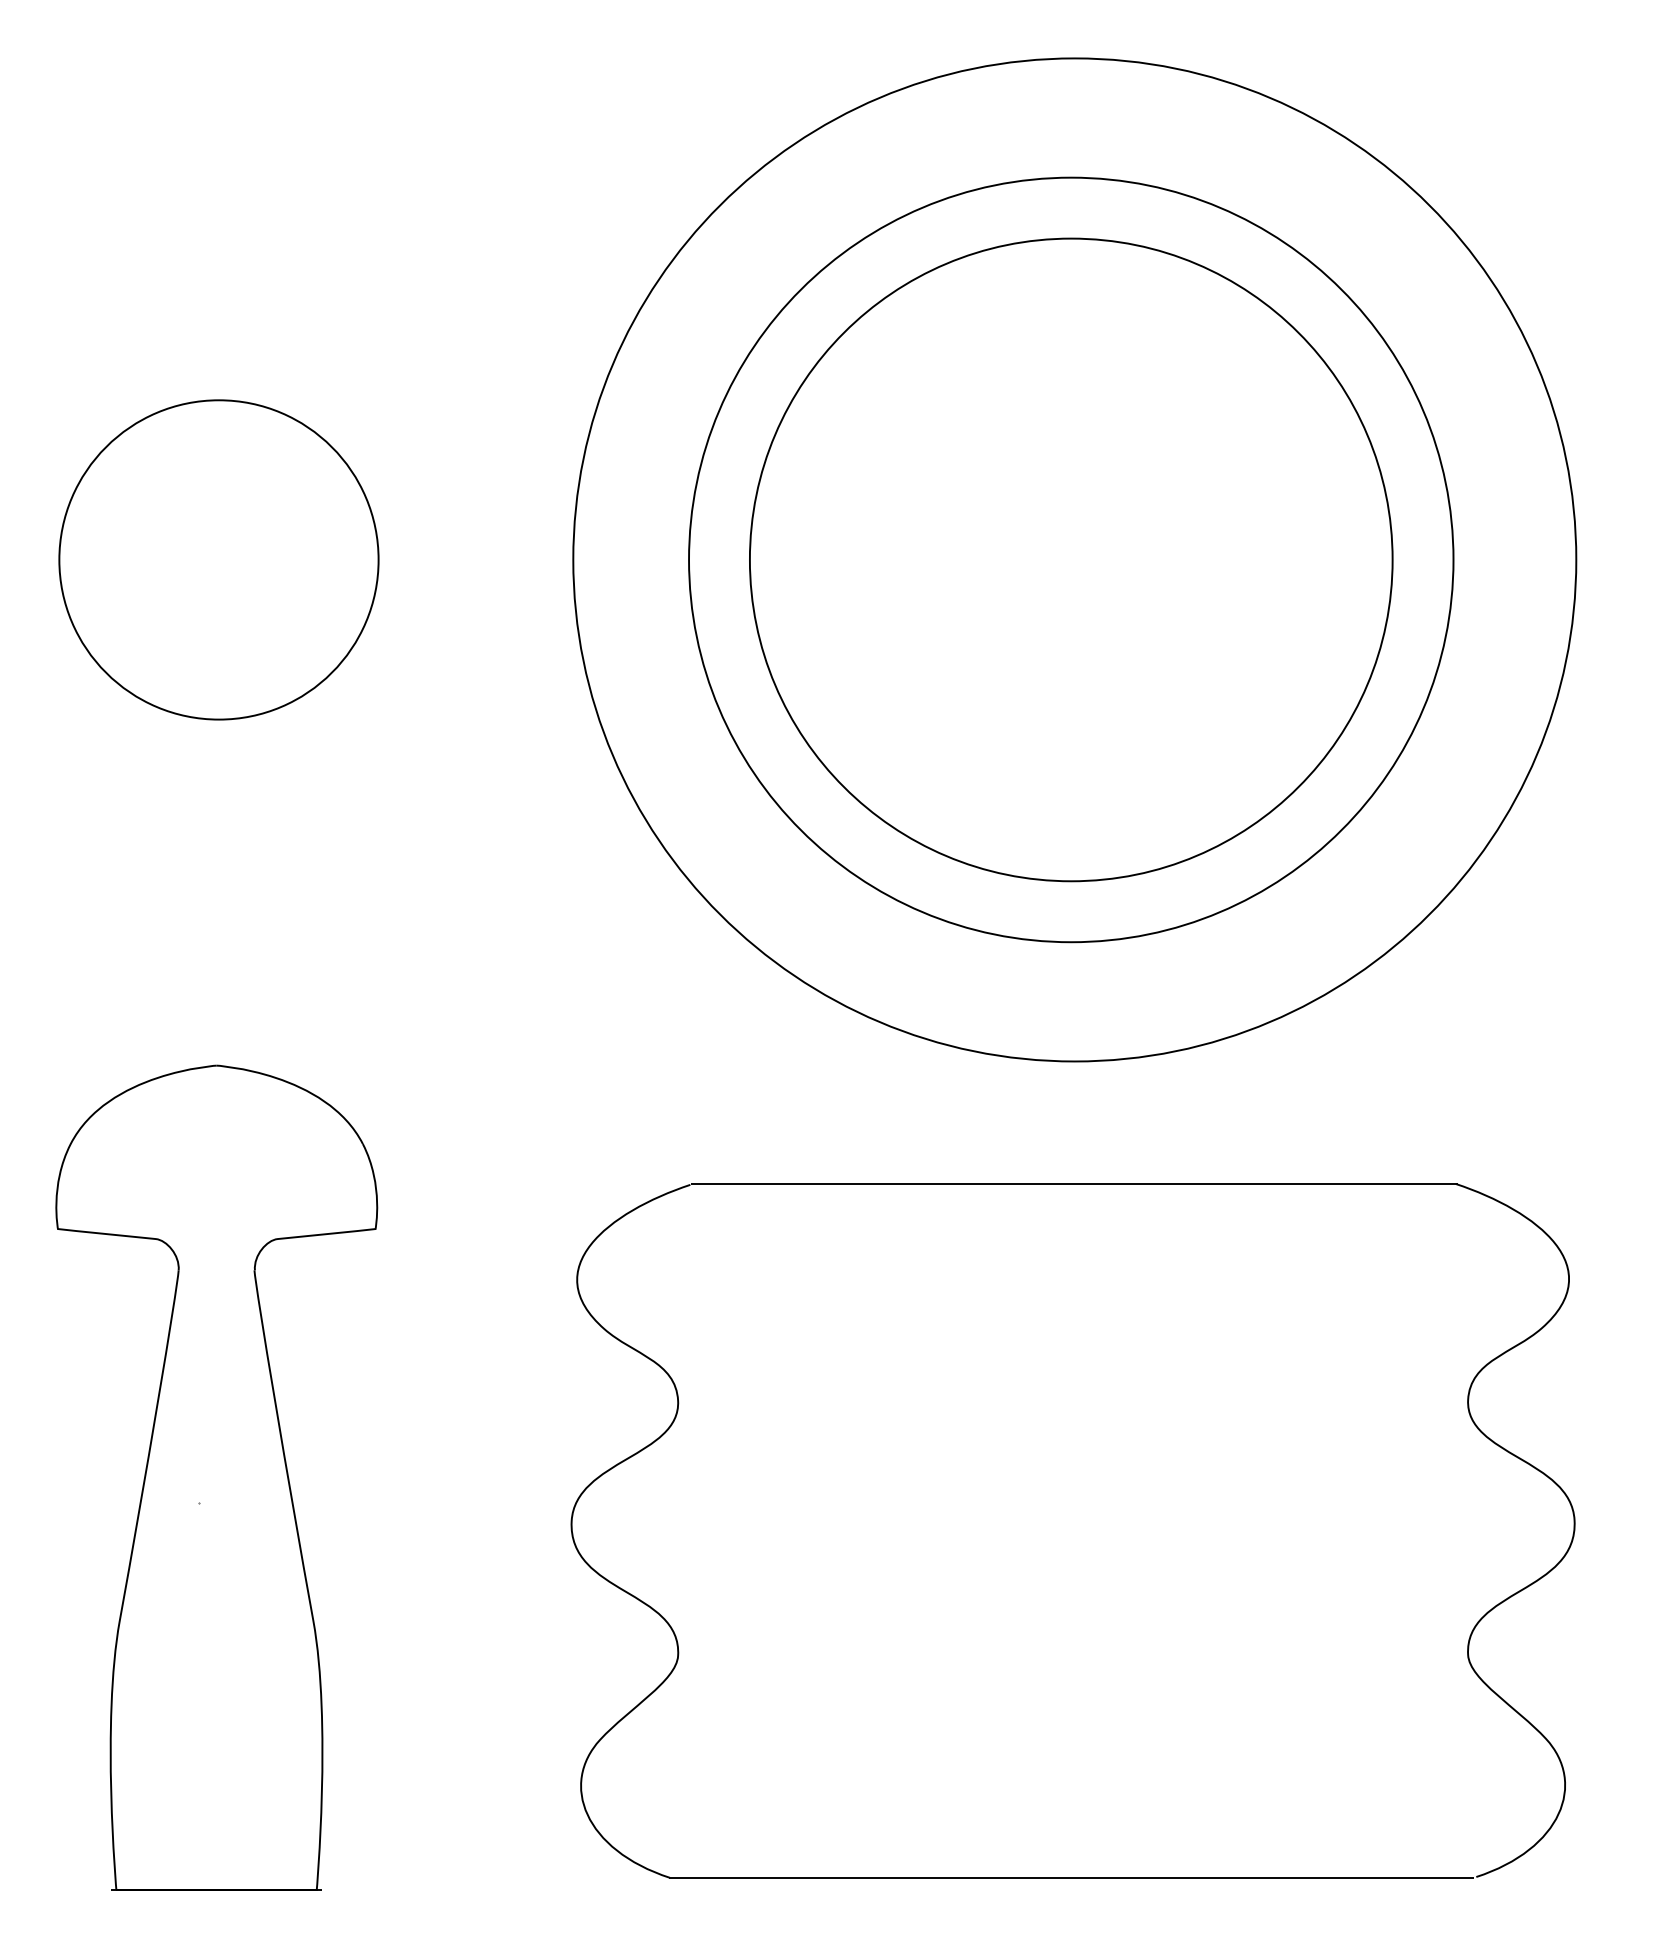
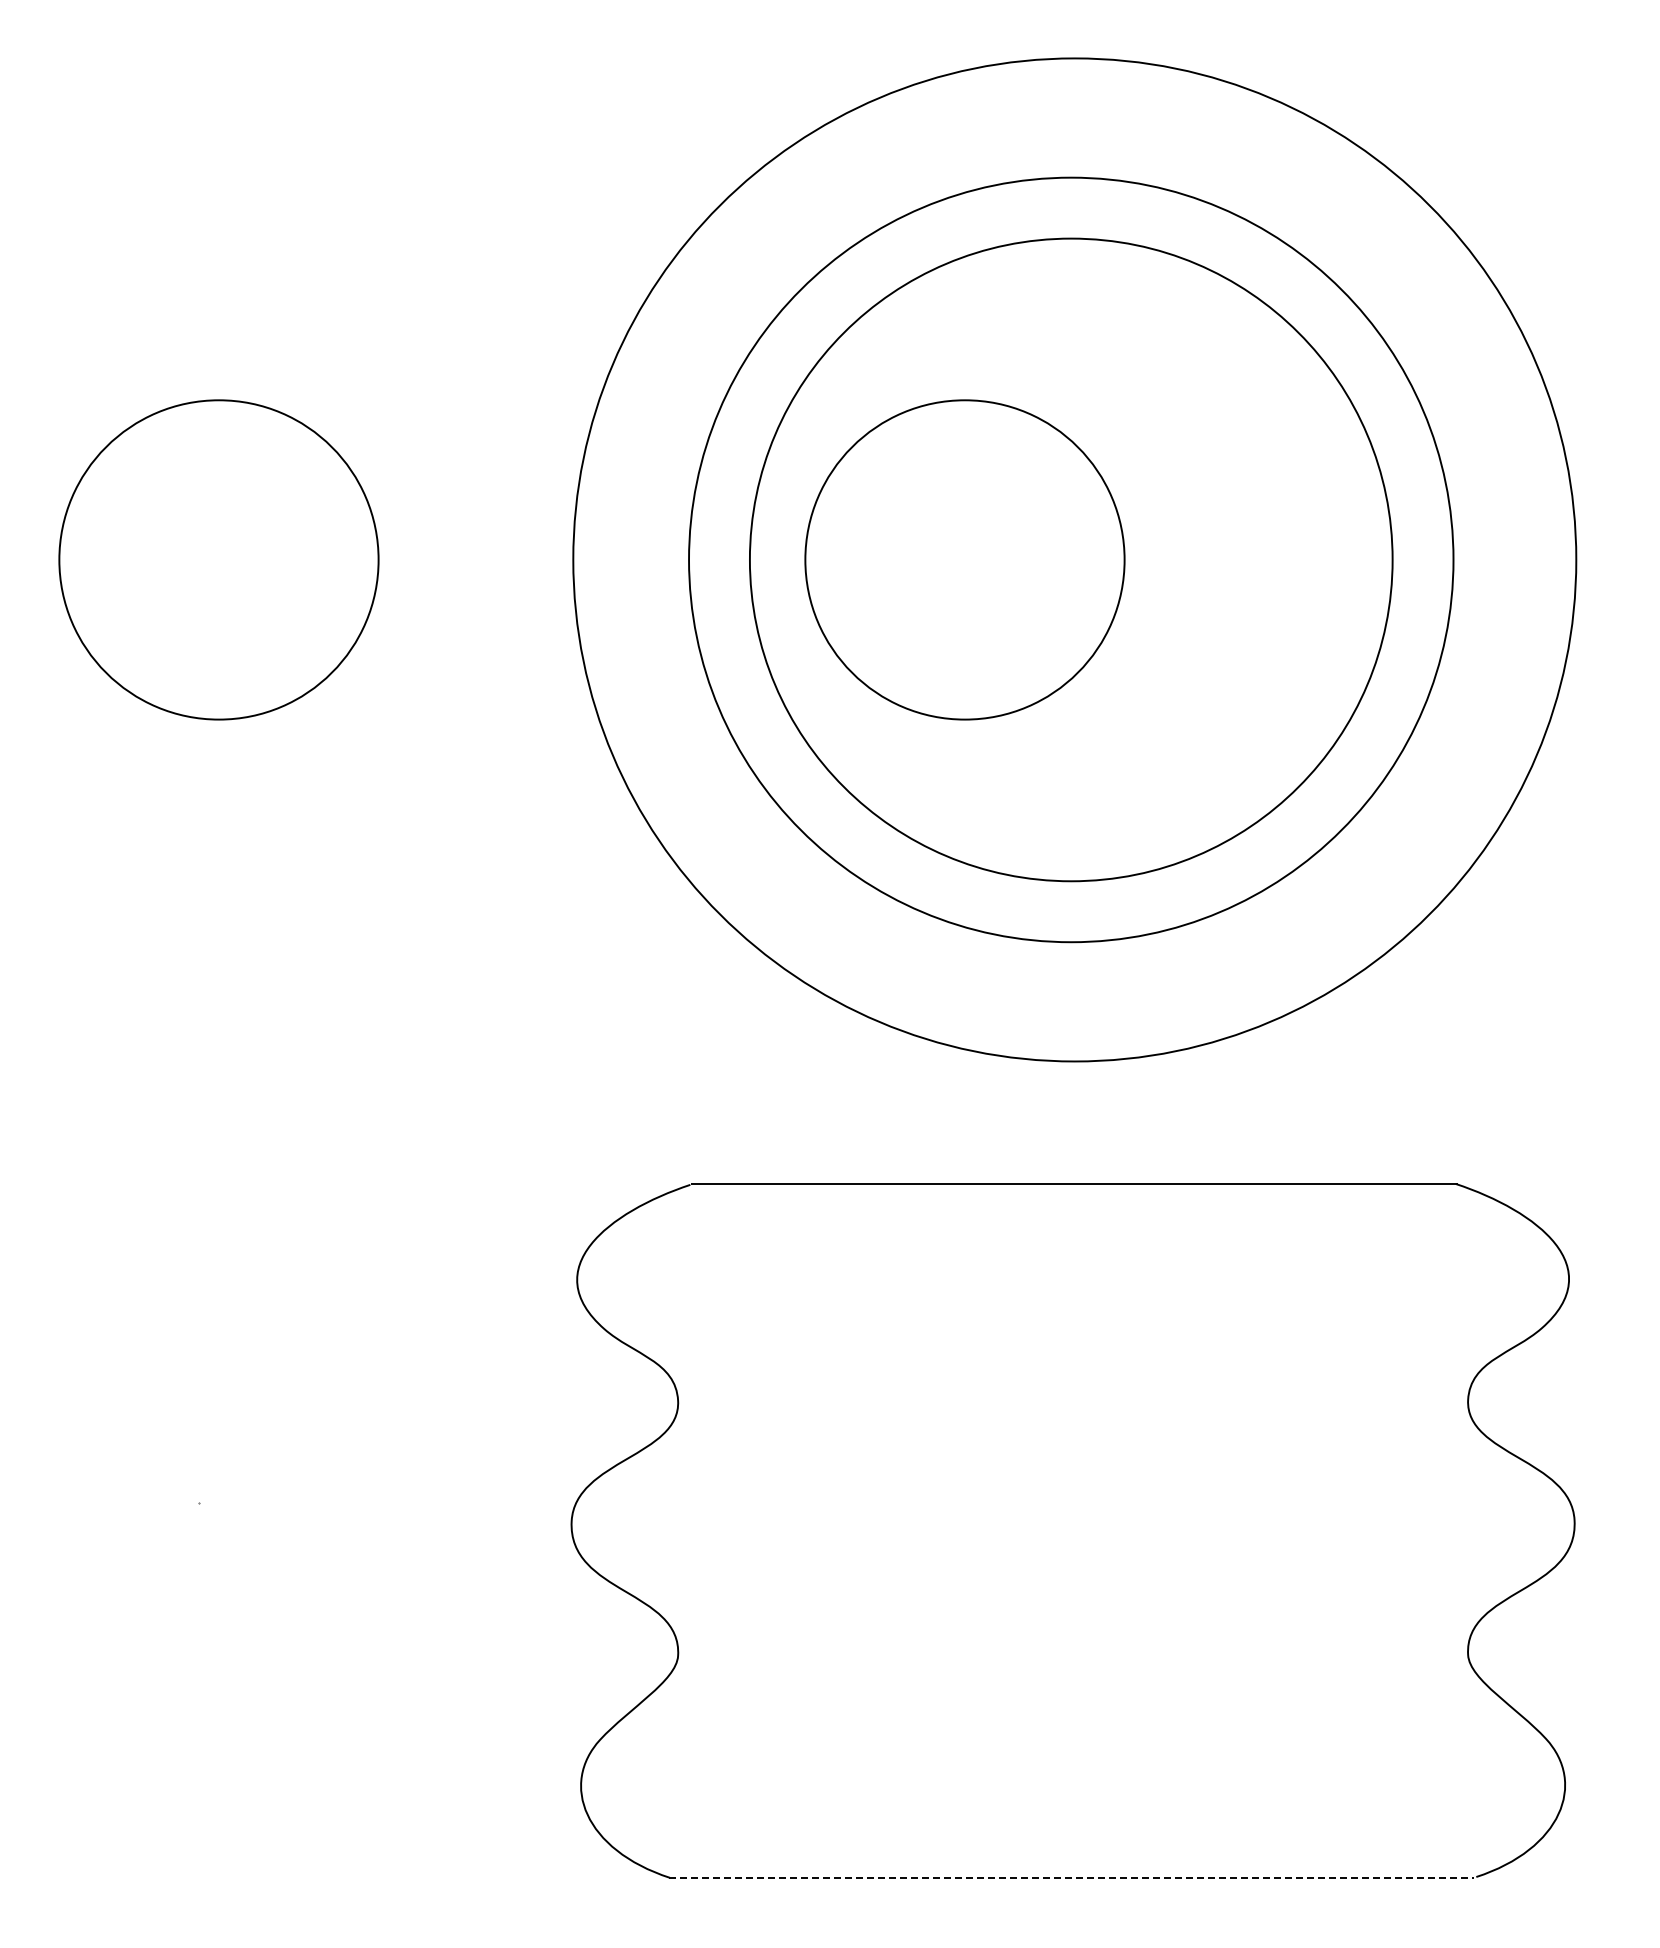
part at (964, 559): none -> present
part at (216, 1477): present -> none
line at (1071, 1878): solid -> dashed
